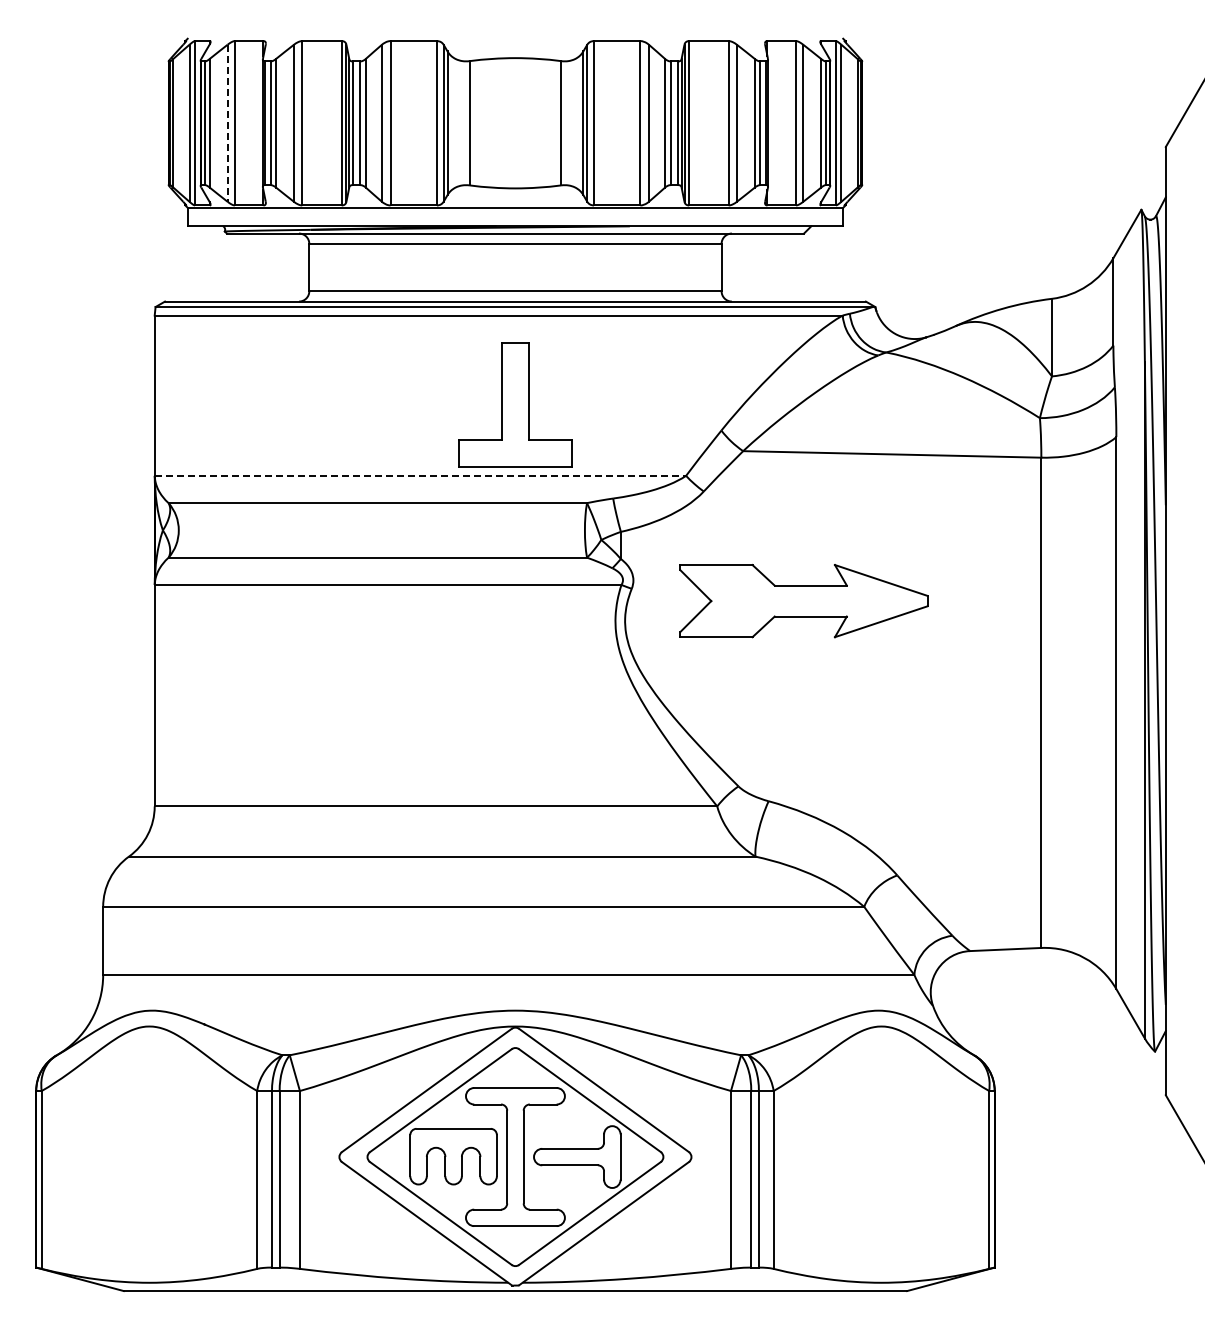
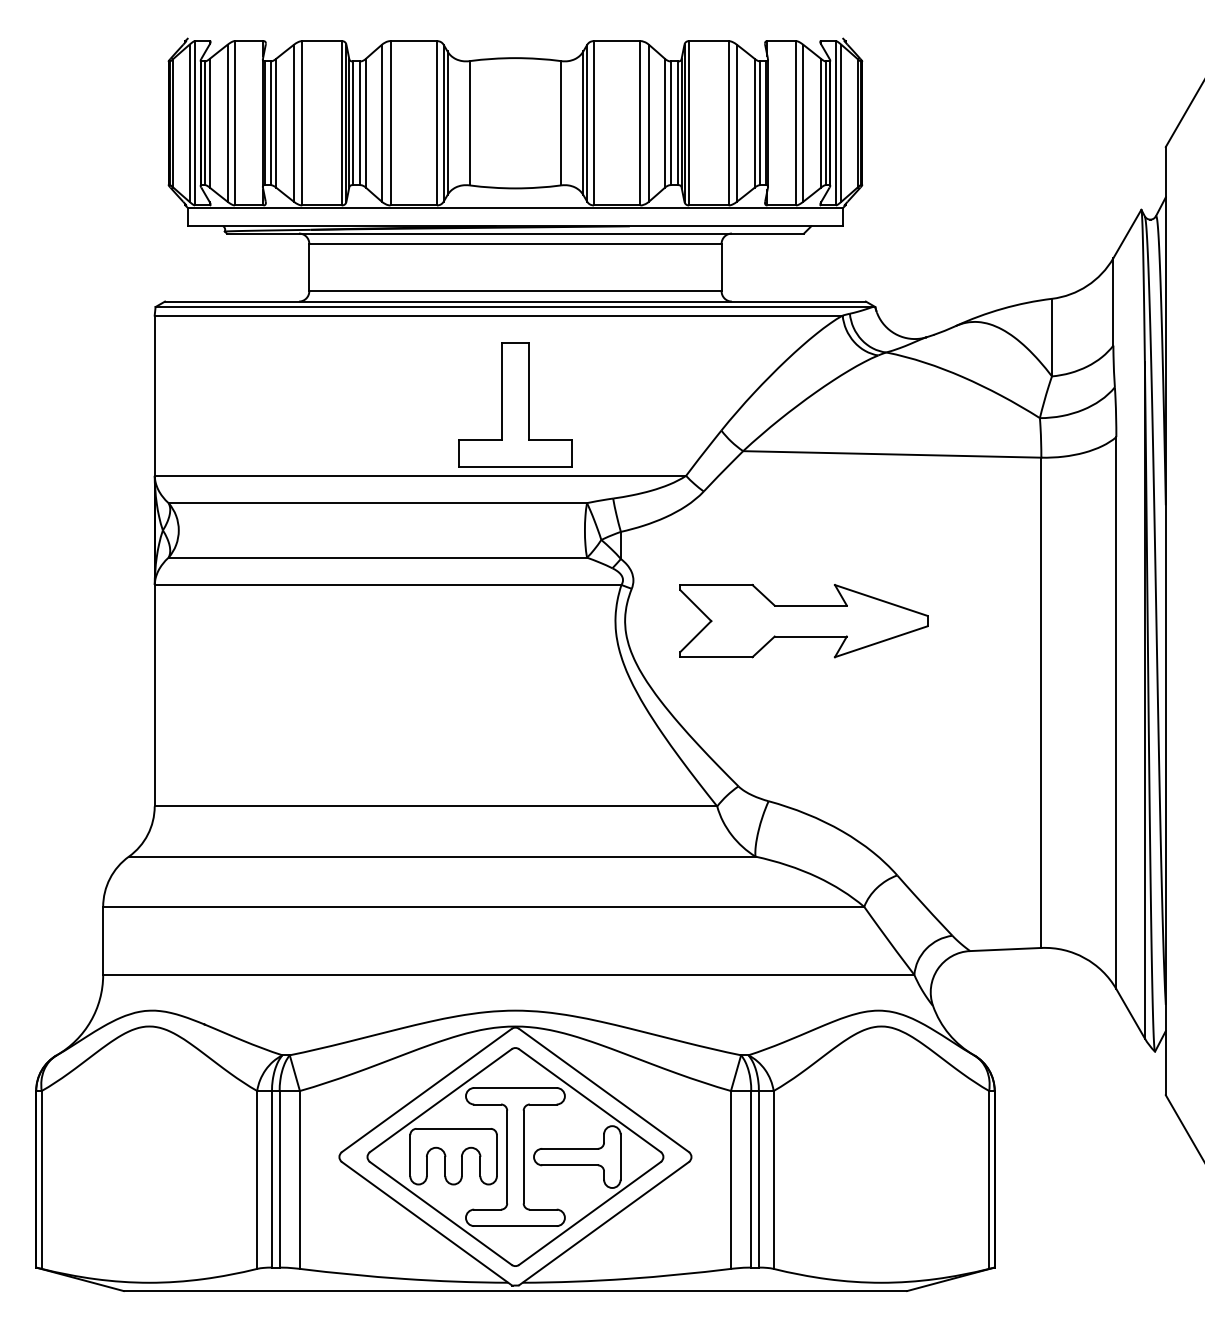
line at (227, 123): dashed -> solid
line at (420, 475): dashed -> solid
part at (803, 601) position: (803, 601) -> (803, 621)
